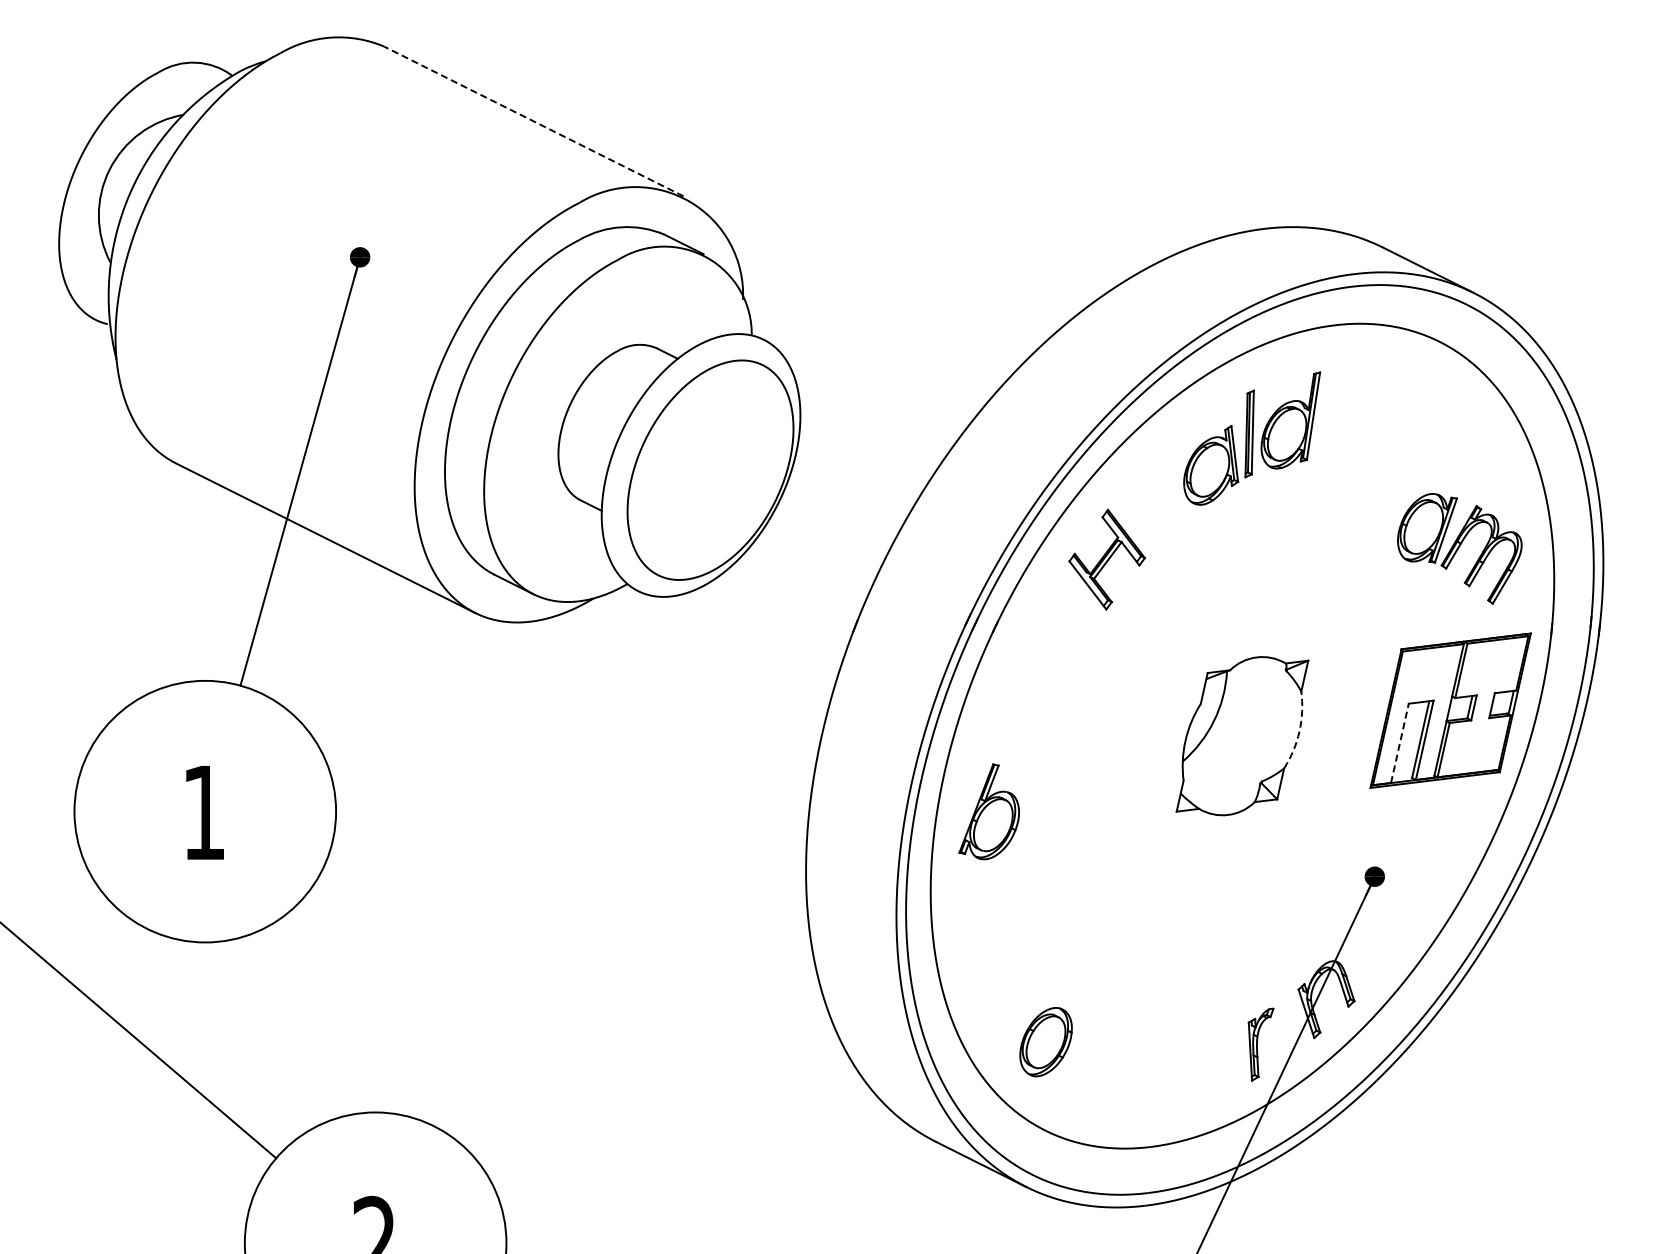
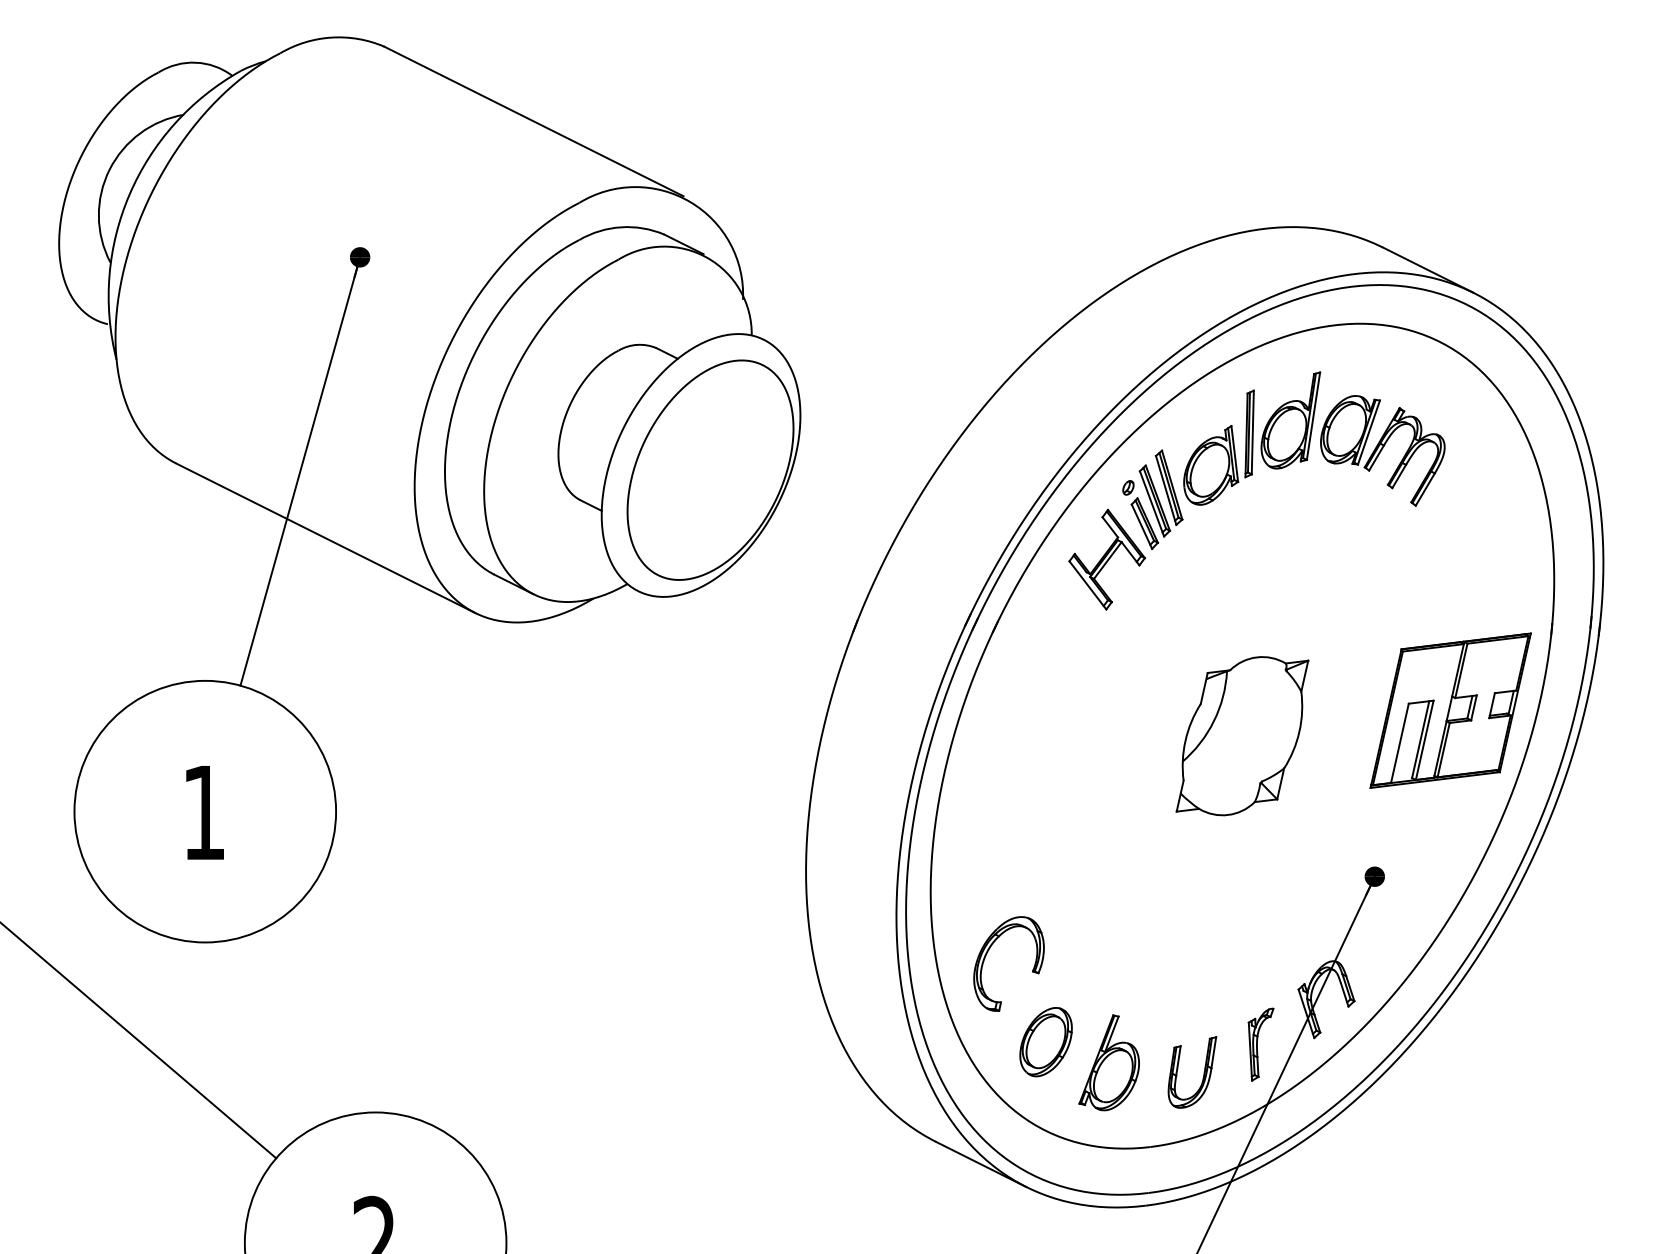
line at (533, 121): dashed -> solid
part at (1152, 499): none -> present
part at (1459, 548) position: (1459, 548) -> (1382, 450)
arc at (1299, 731): dashed -> solid
line at (1399, 743): dashed -> solid
part at (988, 811) position: (988, 811) -> (1108, 1062)
part at (989, 950): none -> present
part at (1203, 1072): none -> present
